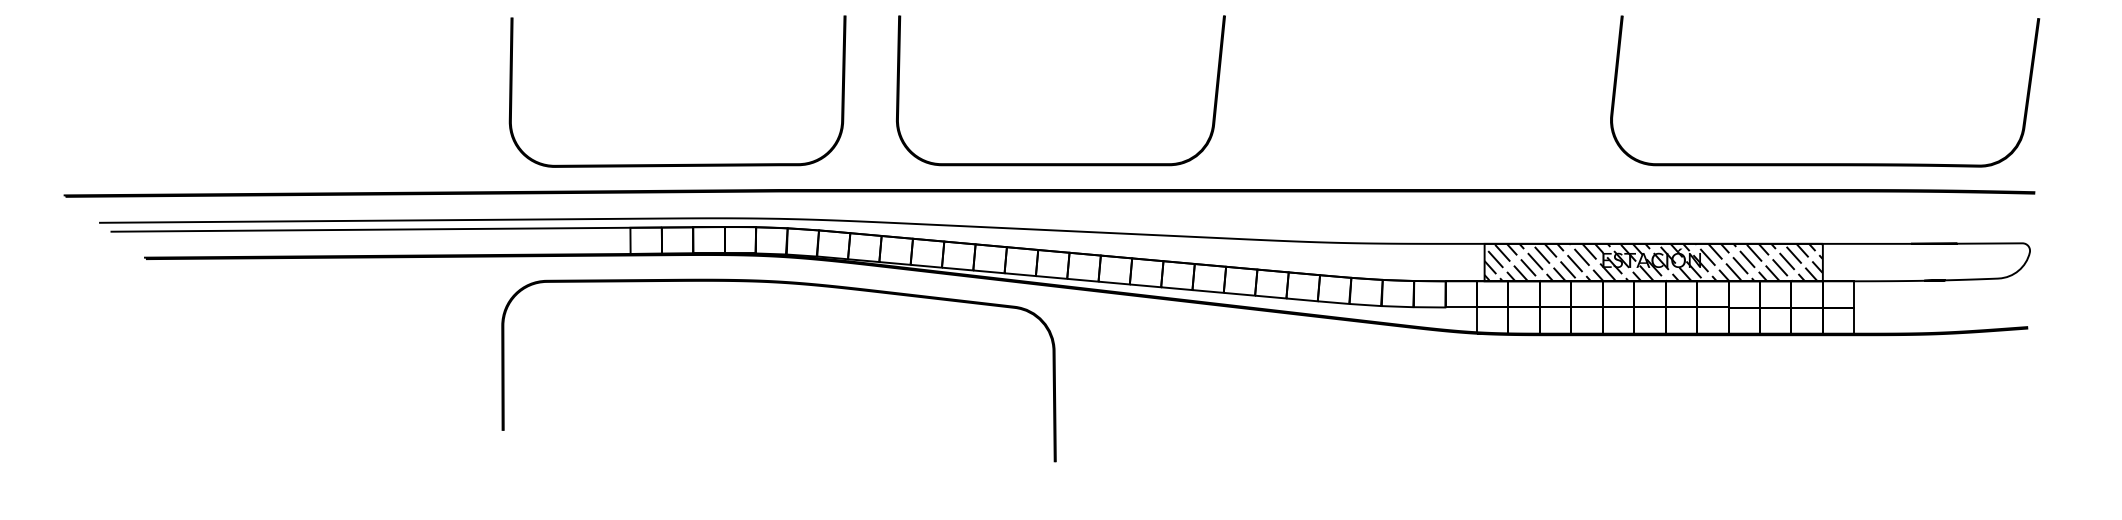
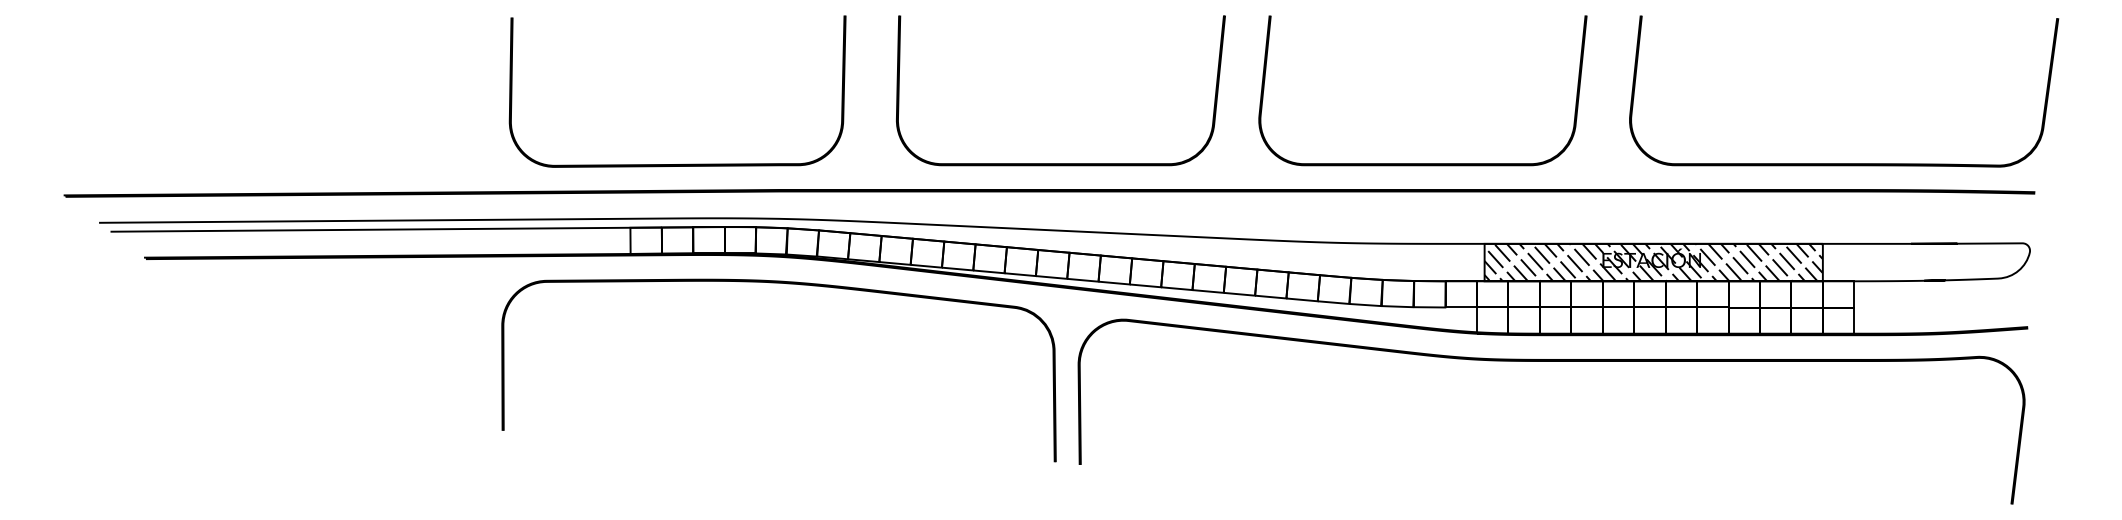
part at (1422, 163): none -> present
part at (1825, 163) position: (1825, 163) -> (1844, 163)
part at (1551, 361): none -> present
